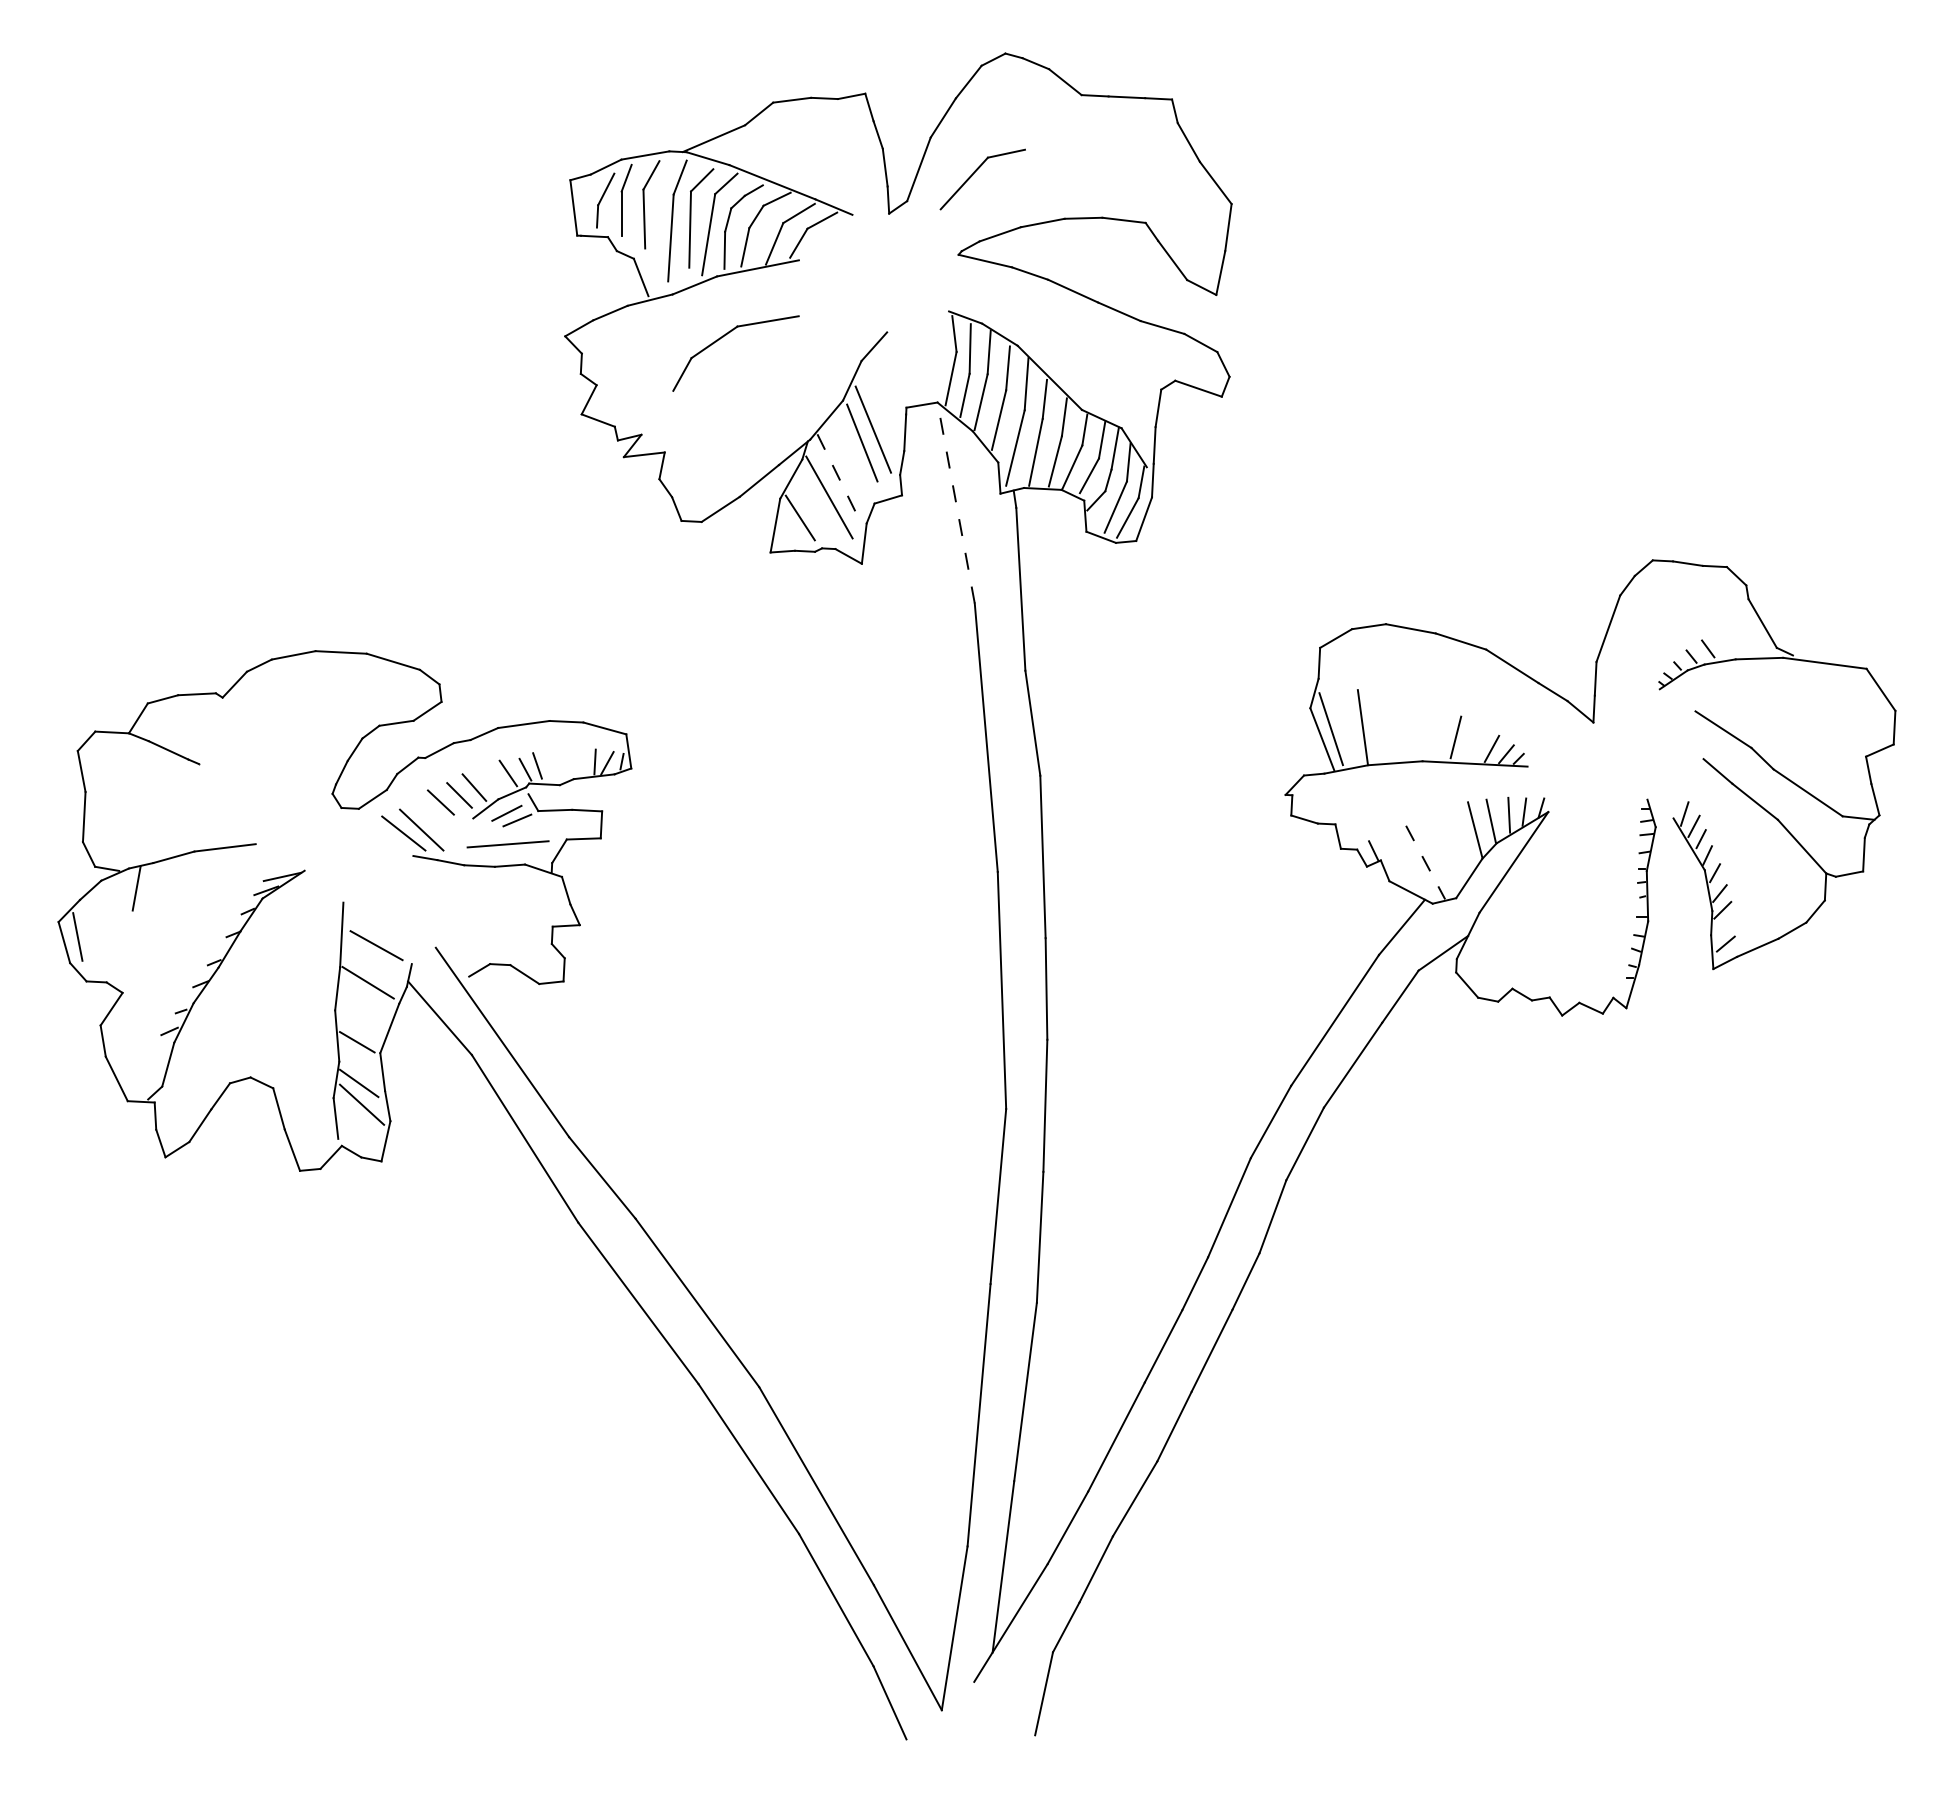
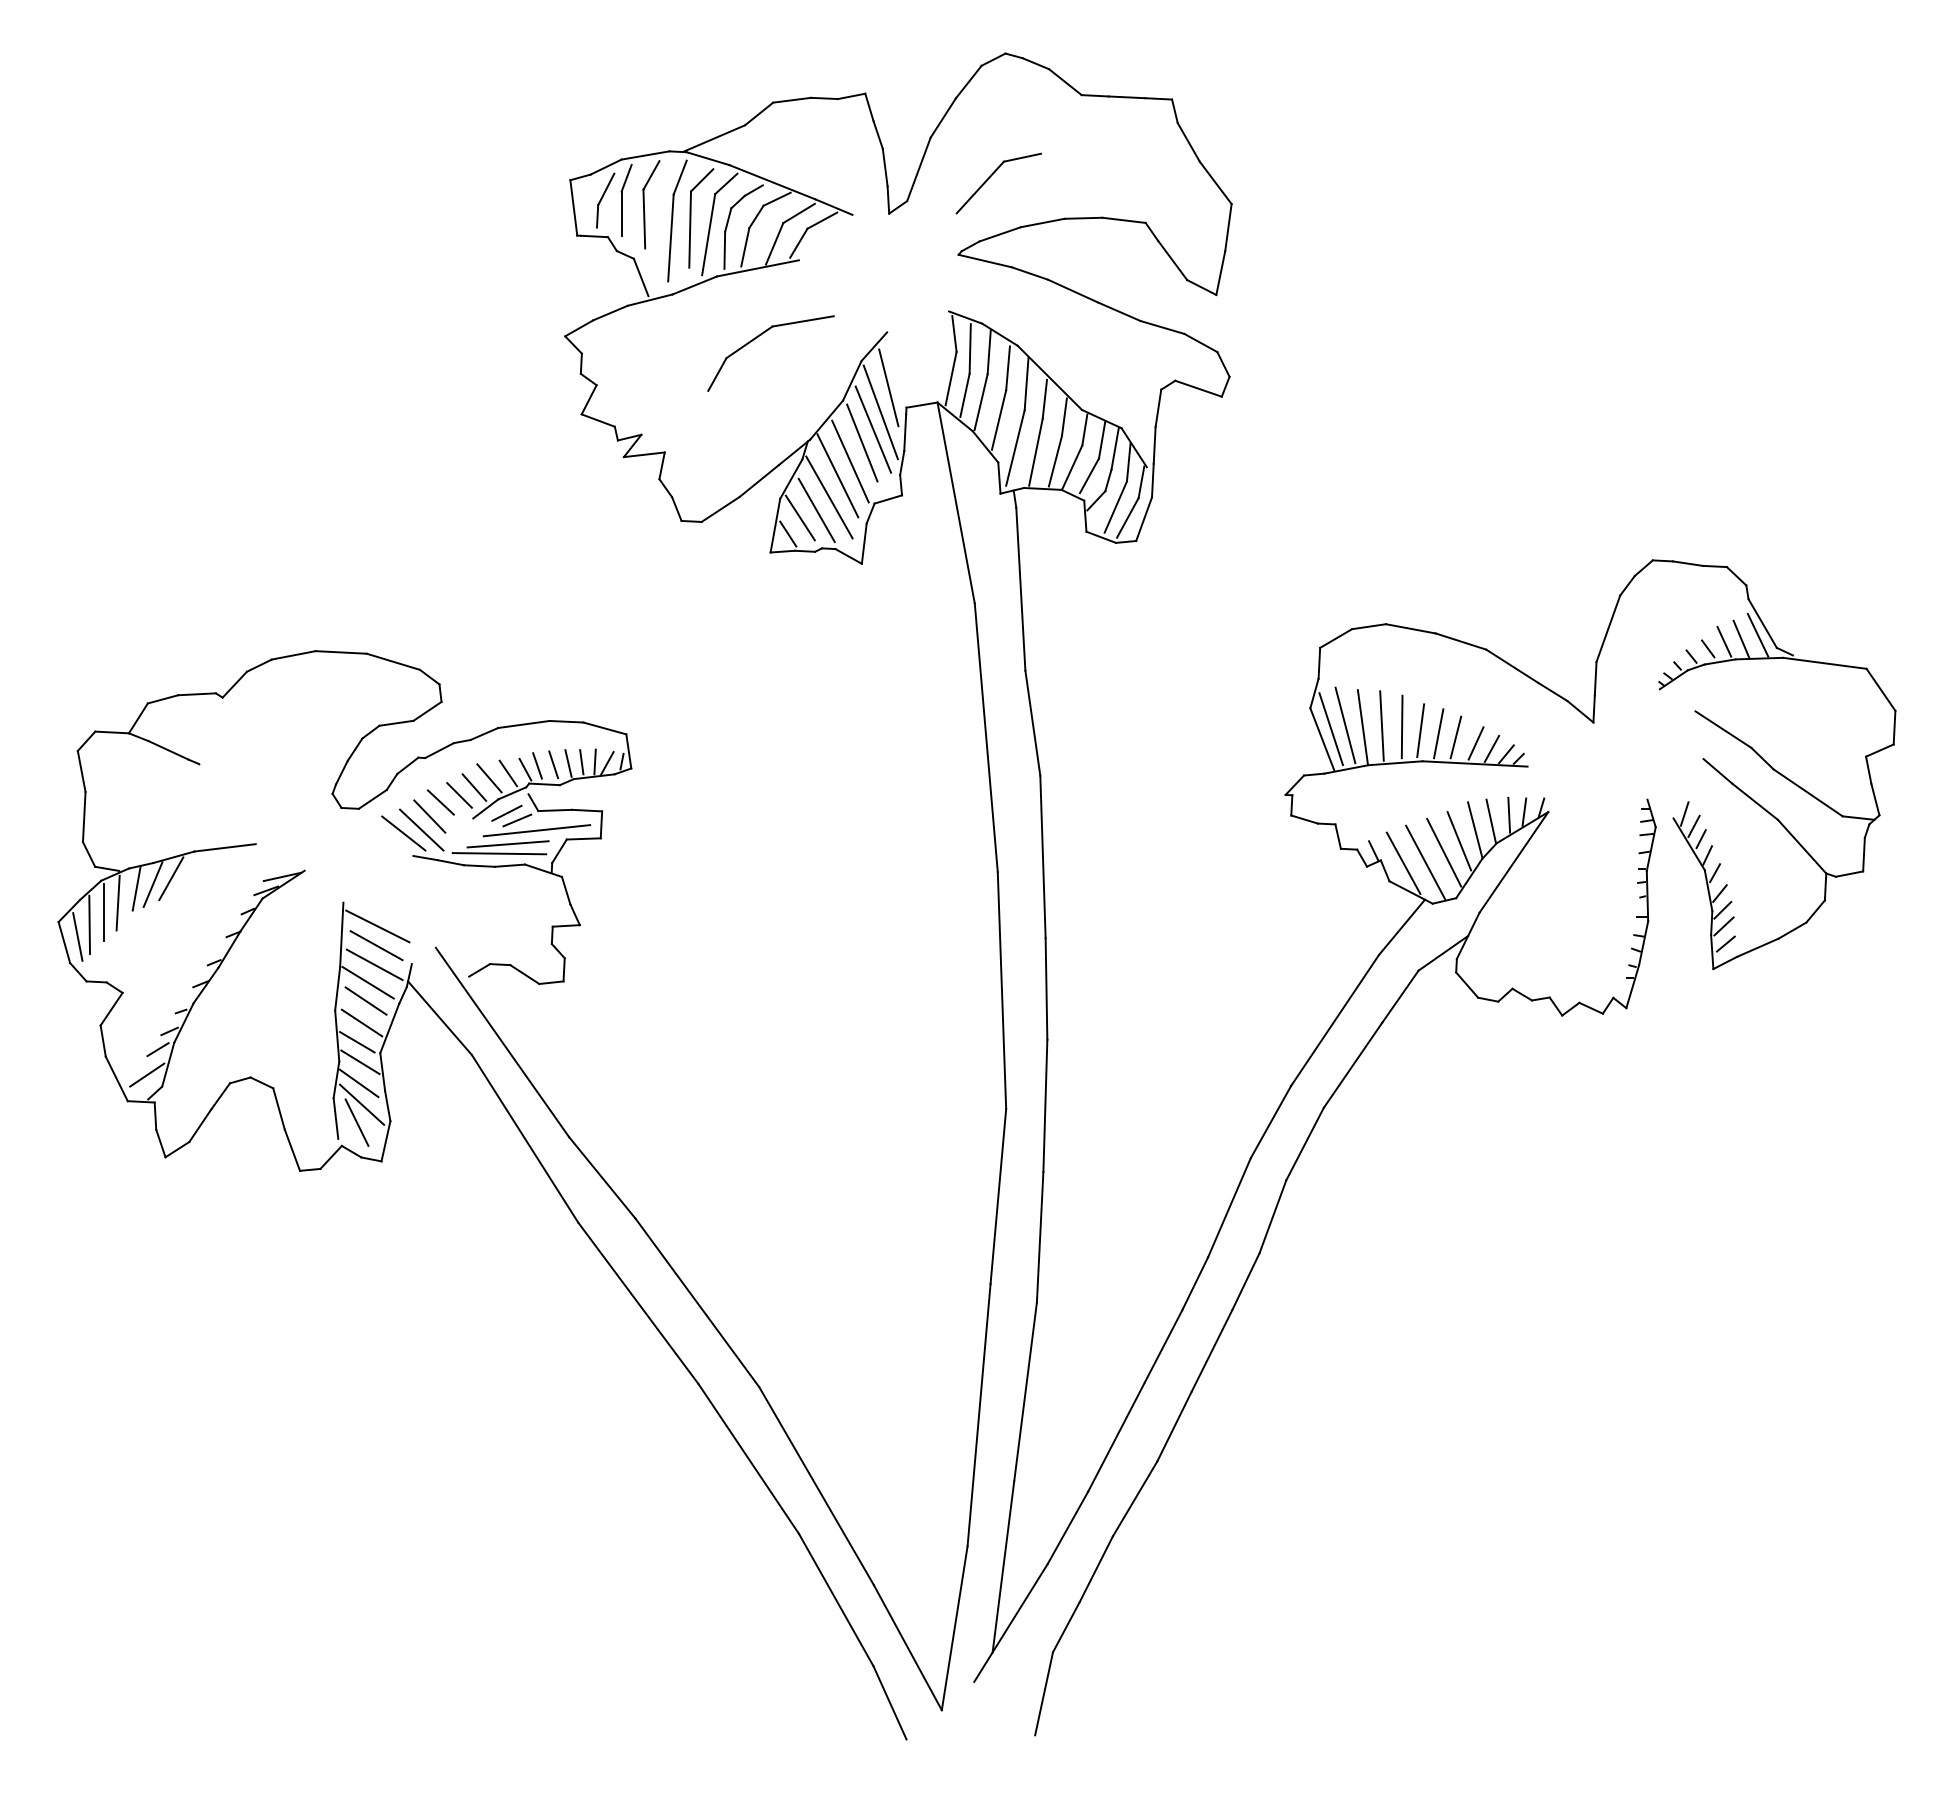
part at (975, 172) position: (975, 172) -> (991, 176)
part at (723, 337) position: (723, 337) -> (758, 337)
line at (888, 387): none -> present
line at (880, 412): none -> present
line at (850, 461): none -> present
line at (838, 476): dashed -> solid
line at (956, 502): dashed -> solid
line at (816, 510): none -> present
line at (788, 533): none -> present
line at (1757, 634): none -> present
line at (1741, 638): none -> present
line at (1724, 641): none -> present
line at (1345, 725): none -> present
line at (1381, 725): none -> present
line at (1401, 726): none -> present
line at (1420, 730): none -> present
line at (1438, 733): none -> present
line at (1475, 743): none -> present
line at (581, 762): none -> present
line at (568, 763): none -> present
line at (553, 764): none -> present
line at (489, 778): none -> present
line at (429, 816): none -> present
line at (536, 830): none -> present
line at (1459, 841): none -> present
line at (1444, 852): none -> present
line at (499, 853): none -> present
line at (1403, 862): none -> present
line at (1425, 862): dashed -> solid
line at (171, 878): none -> present
line at (152, 884): none -> present
line at (117, 902): none -> present
line at (103, 911): none -> present
line at (89, 924): none -> present
line at (377, 926): none -> present
line at (1723, 926): none -> present
line at (374, 964): none -> present
line at (365, 1000): none -> present
line at (361, 1022): none -> present
line at (157, 1049): none -> present
line at (360, 1062): none -> present
line at (147, 1074): none -> present
line at (356, 1122): none -> present
